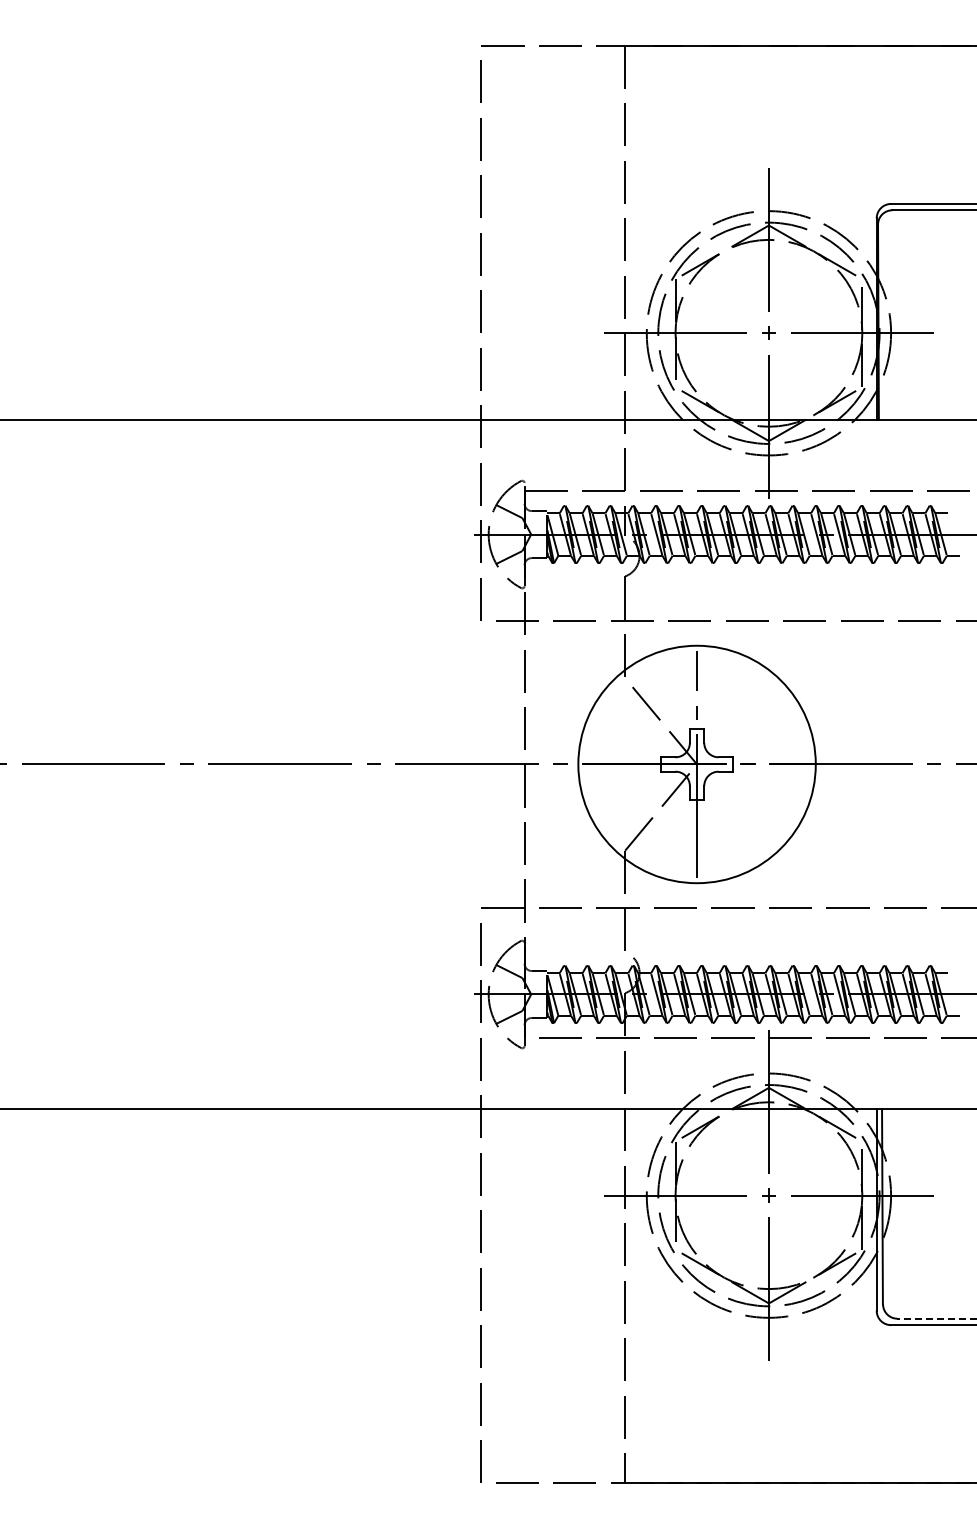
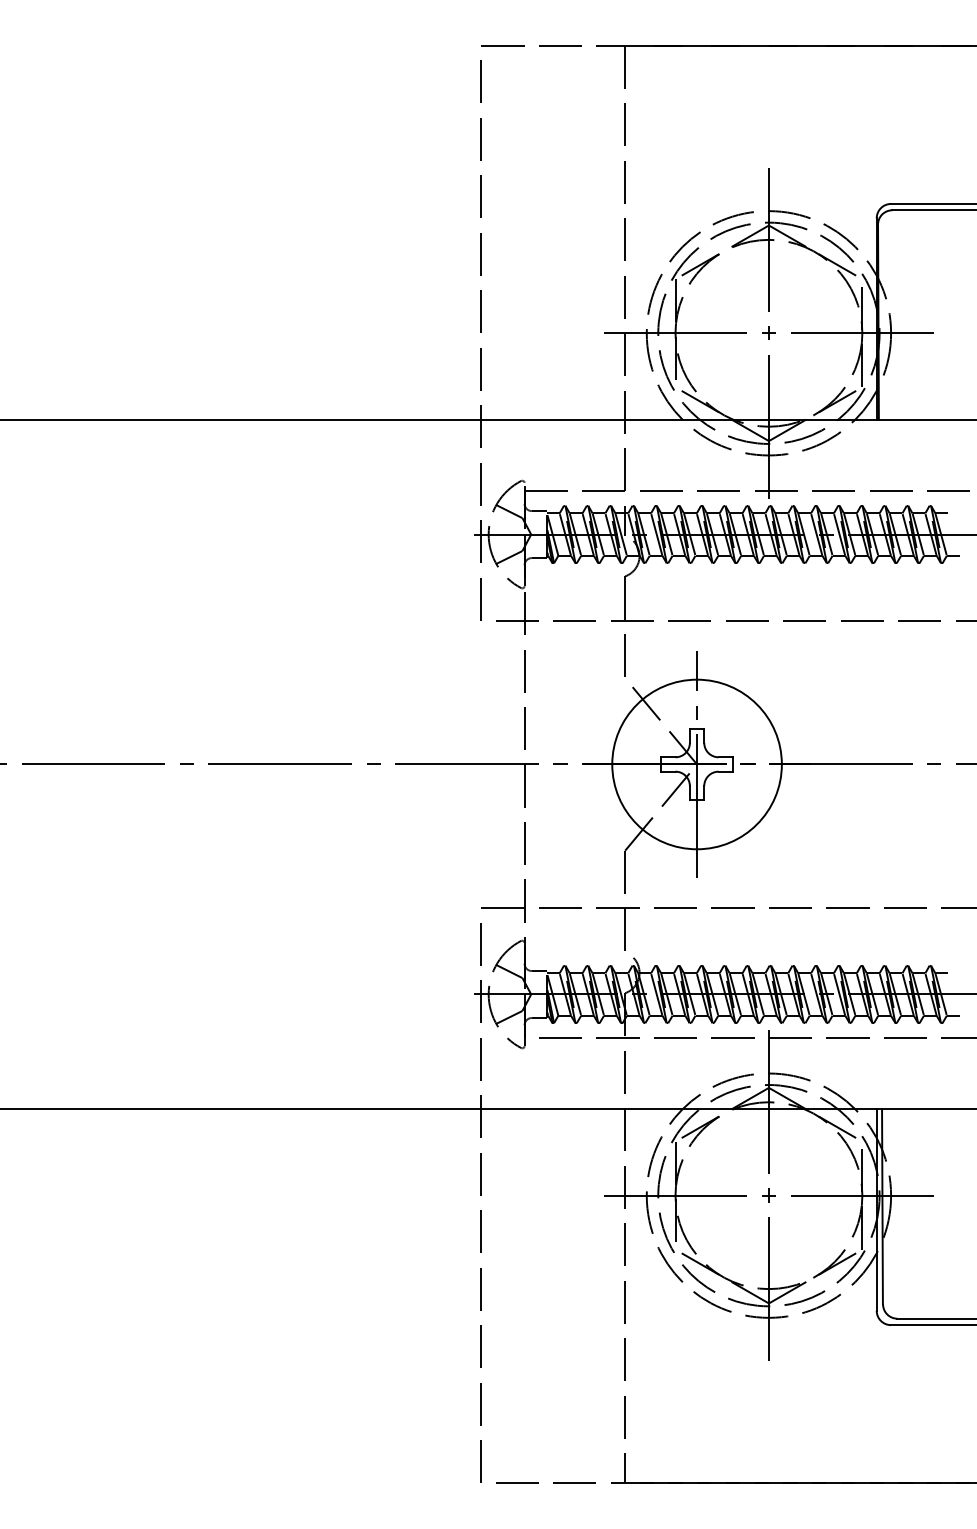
circle at (696, 764) diameter: 237 px -> 170 px
line at (936, 1318): dashed -> solid
